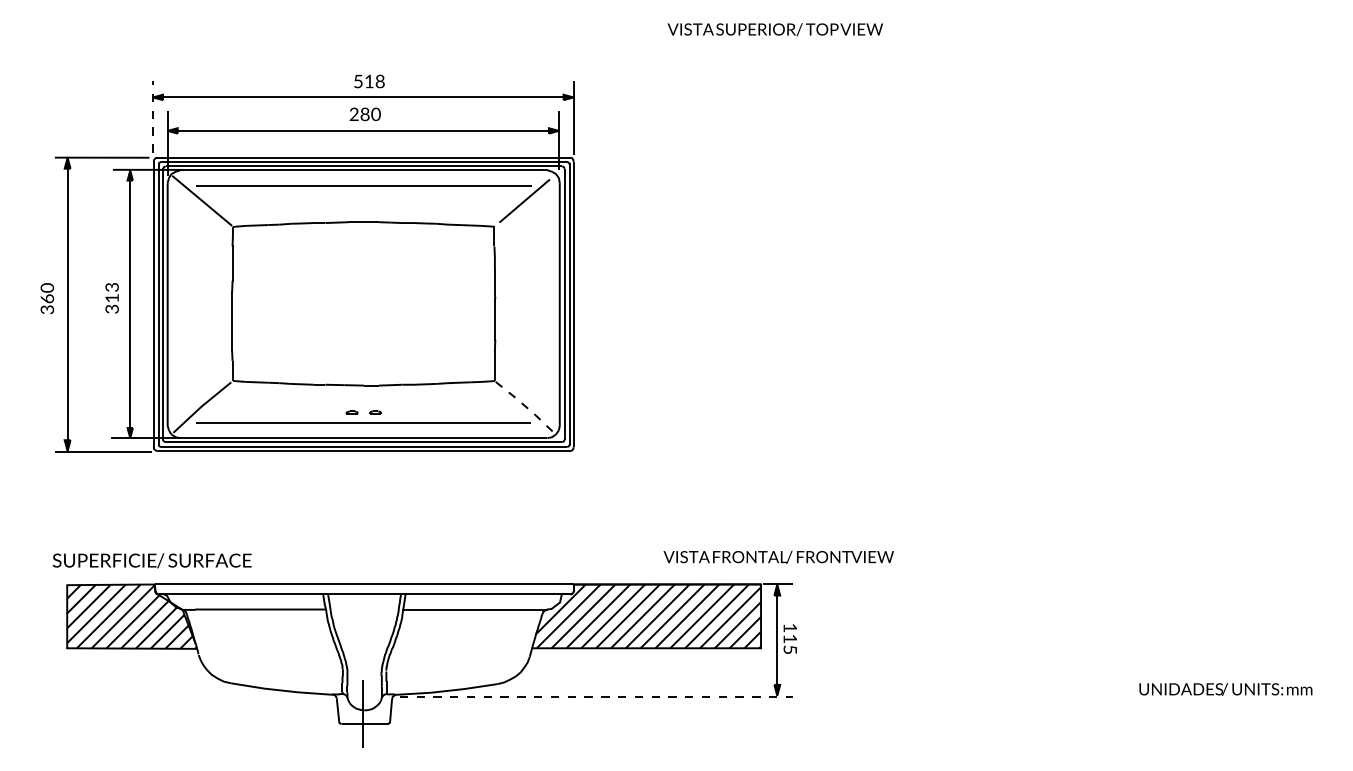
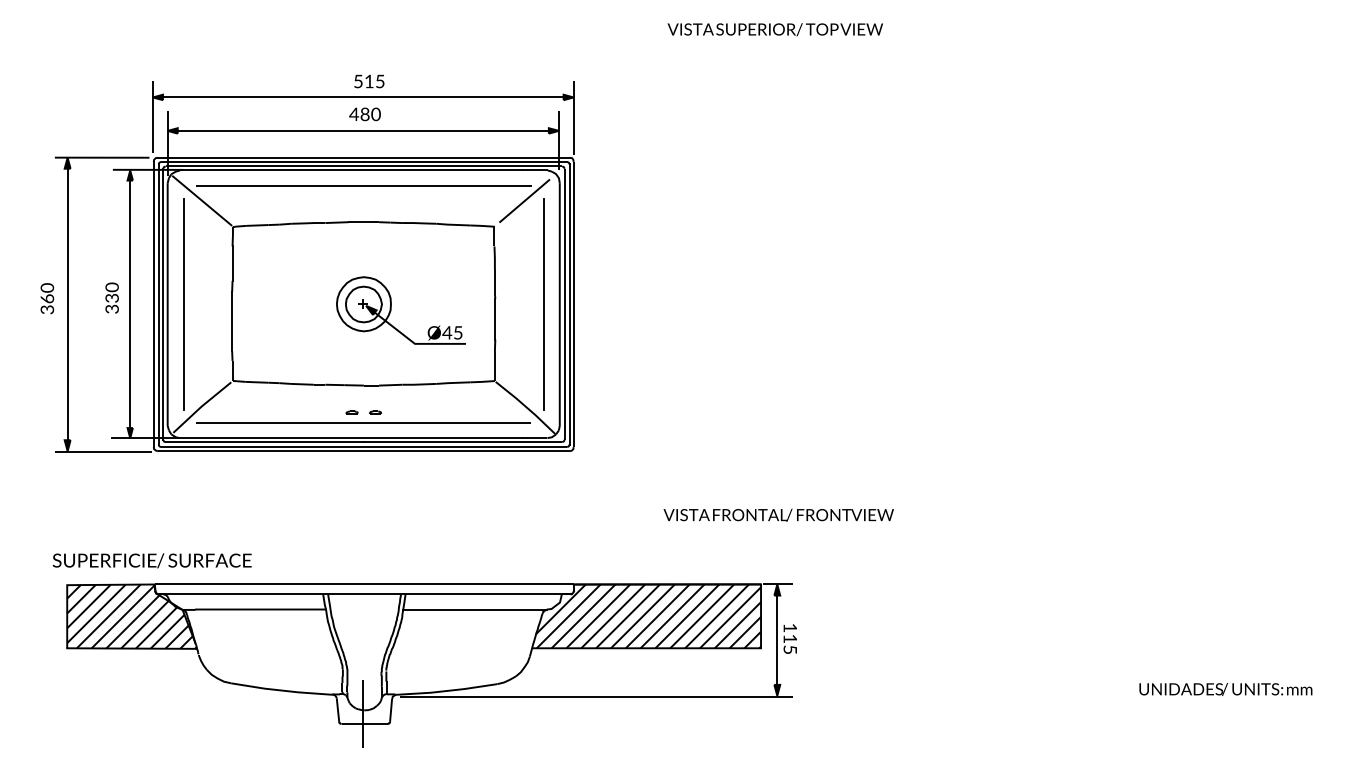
text at (379, 81): 518 -> 515
text at (354, 113): 280 -> 480
line at (152, 116): dashed -> solid
text at (111, 292): 313 -> 330
line at (183, 304): none -> present
line at (544, 304): none -> present
part at (391, 310): none -> present
line at (526, 407): dashed -> solid
text at (778, 556) position: (778, 556) -> (778, 514)
line at (596, 696): dashed -> solid
